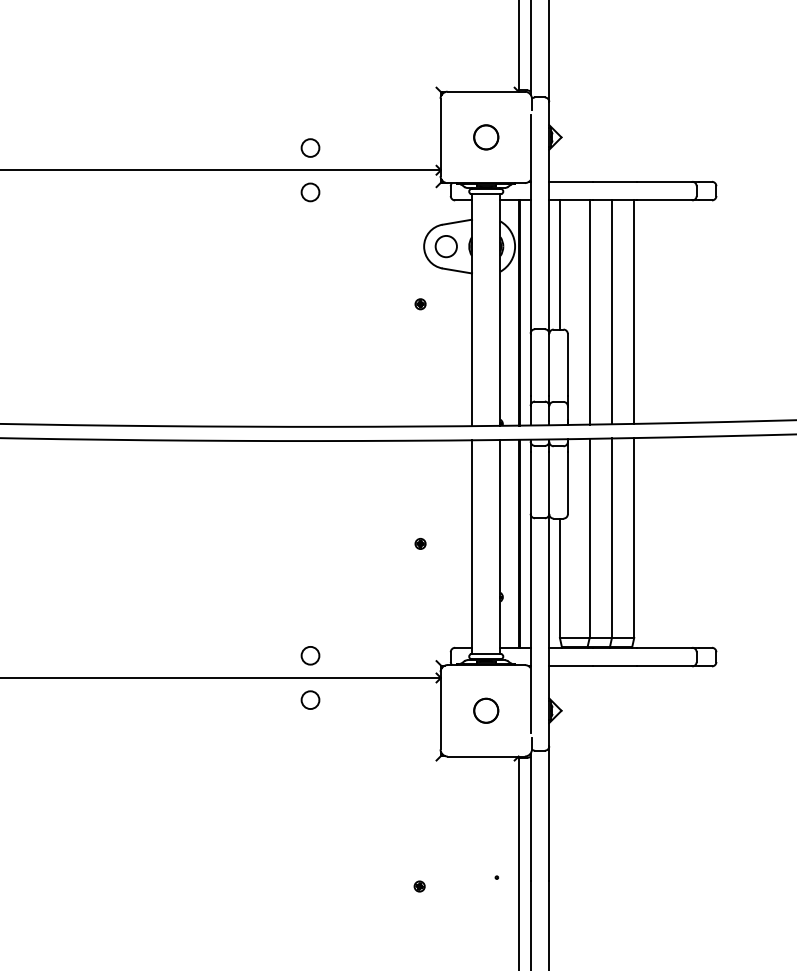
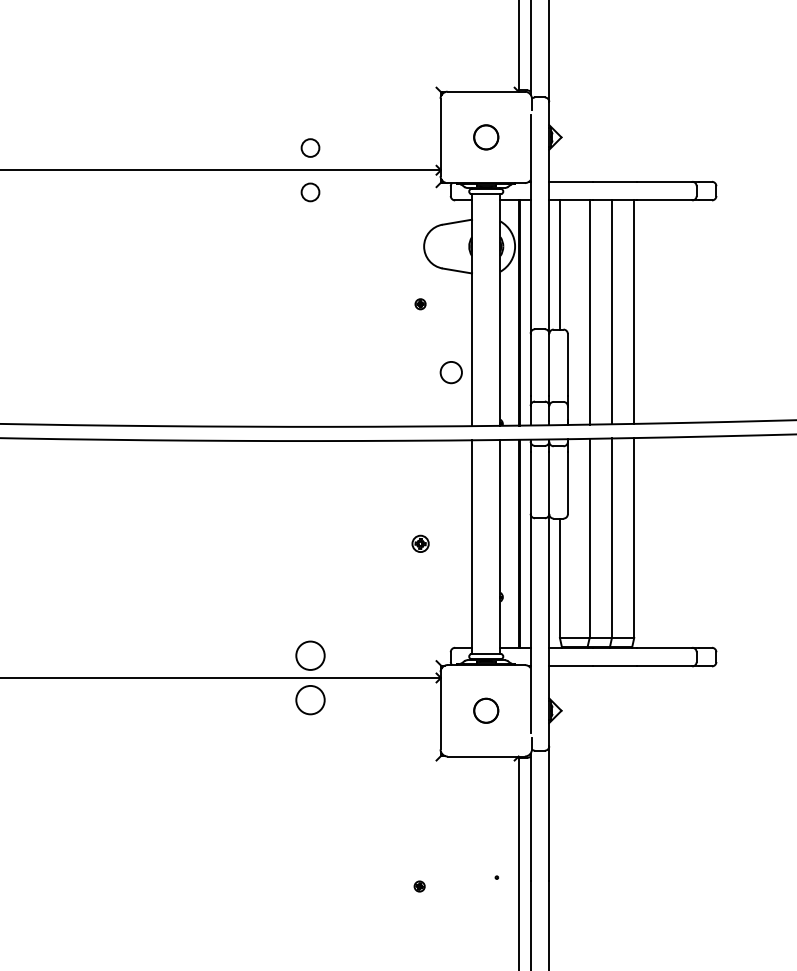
circle at (445, 246) position: (445, 246) -> (450, 372)
part at (420, 543) size: 13x12 px -> 19x19 px
circle at (310, 655) diameter: 18 px -> 28 px
circle at (310, 700) diameter: 18 px -> 28 px
